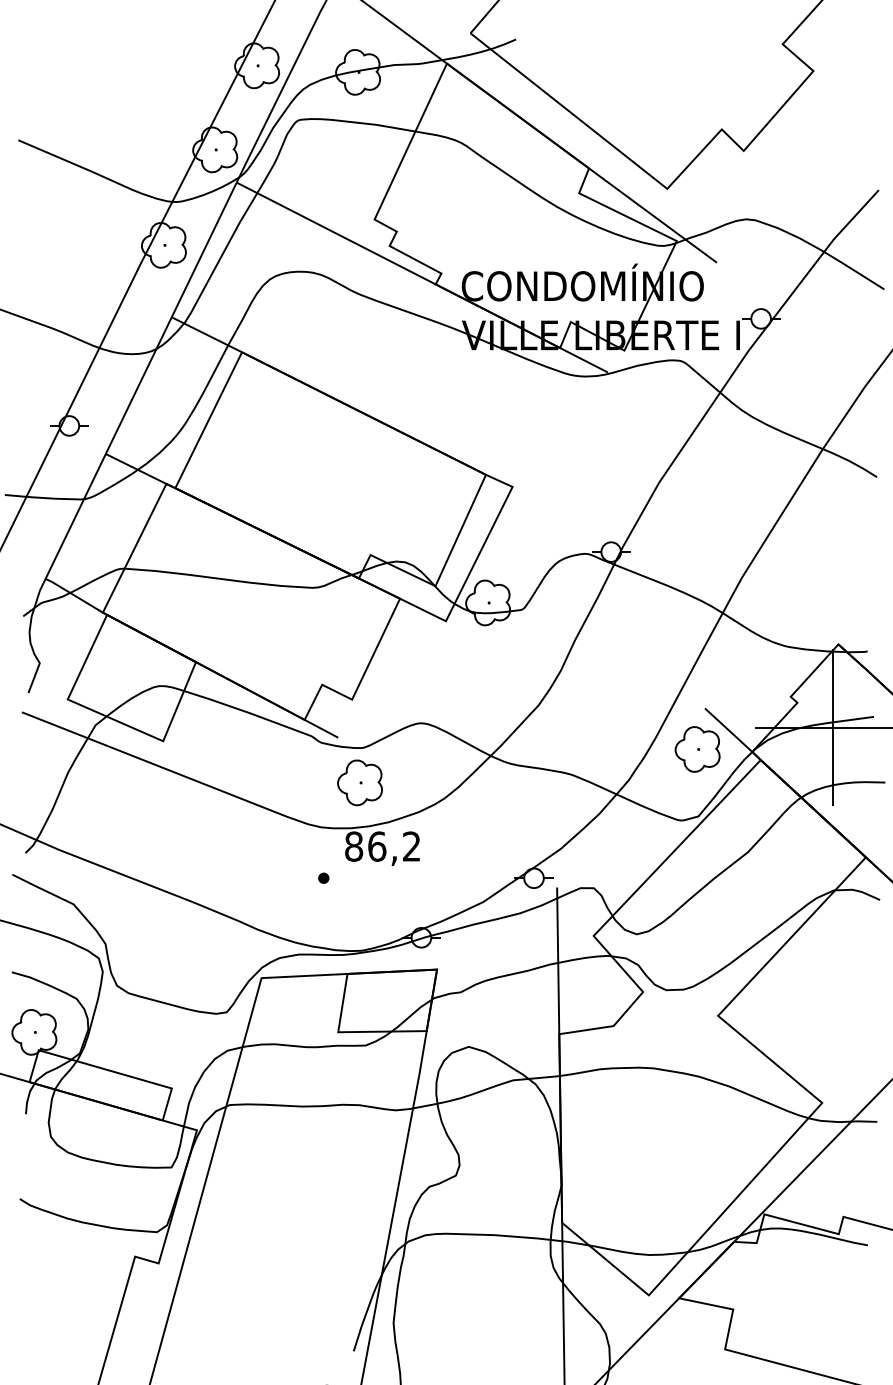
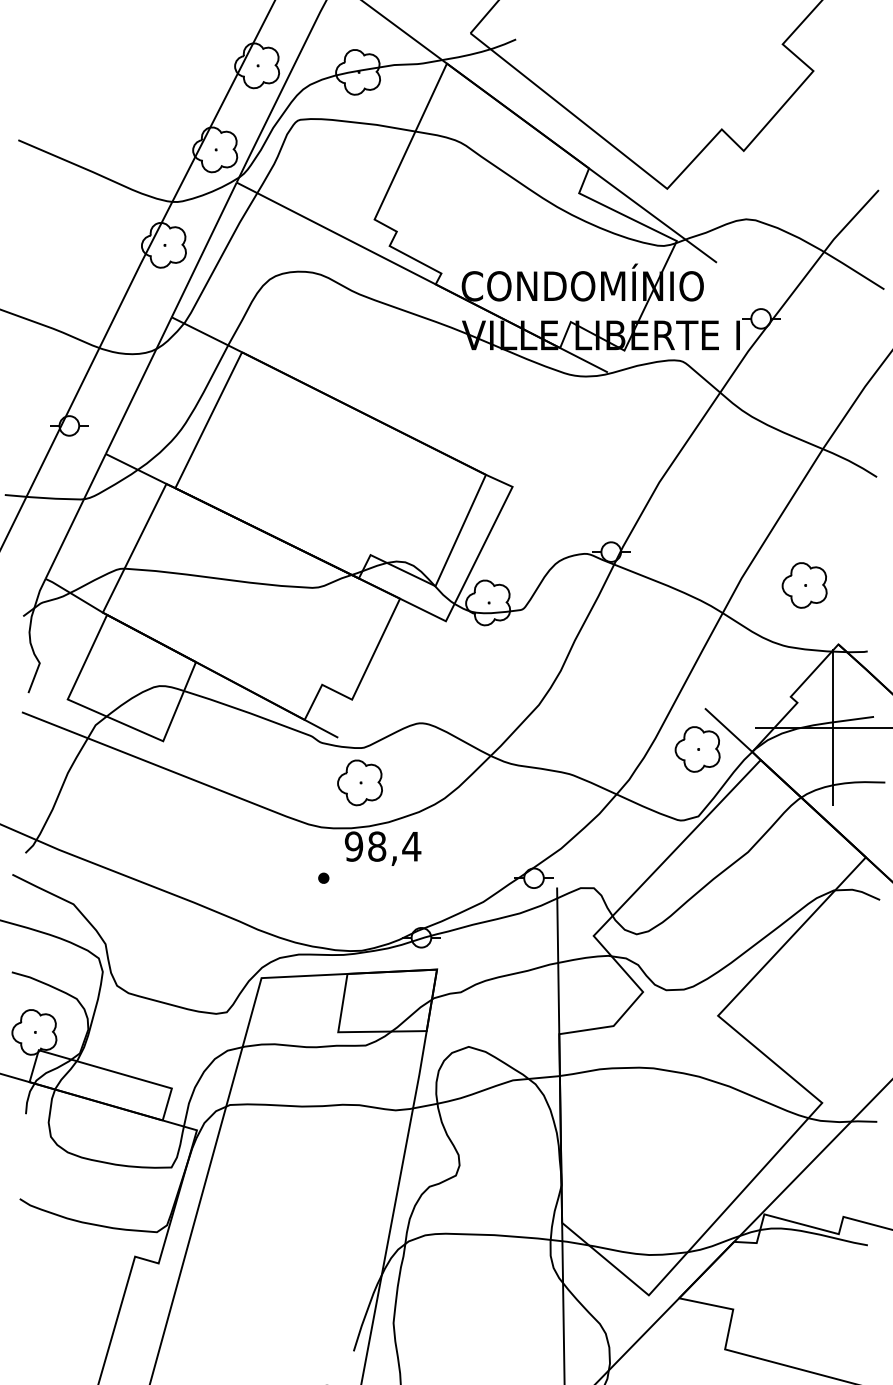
part at (804, 585): none -> present
text at (382, 846): 86,2 -> 98,4
